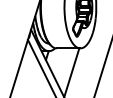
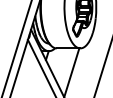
line at (16, 48): none -> present
